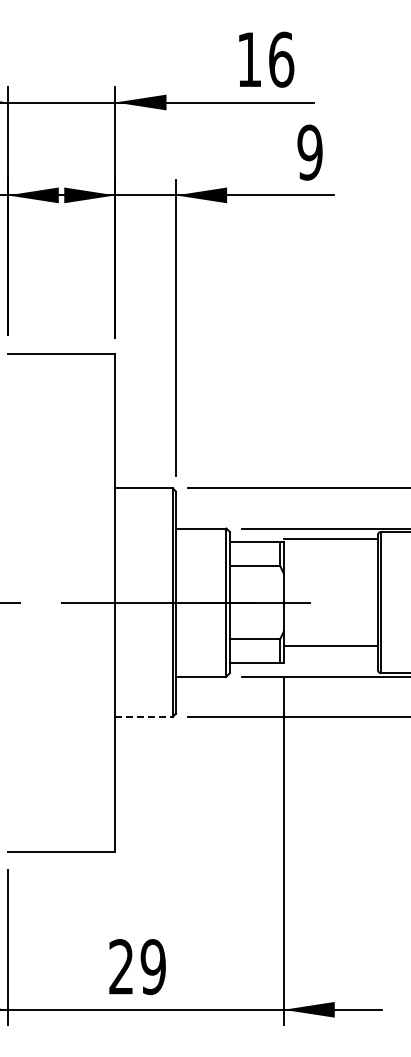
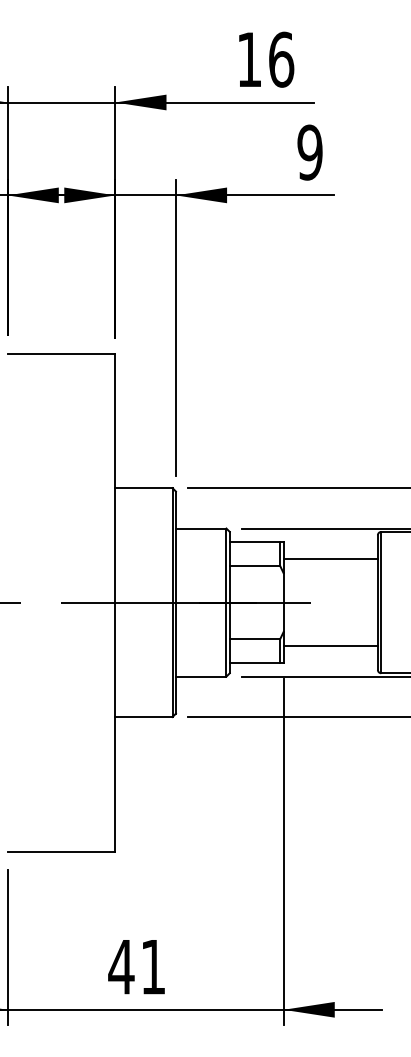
line at (330, 538) position: (330, 538) -> (330, 558)
line at (143, 717): dashed -> solid
text at (136, 967): 29 -> 41
